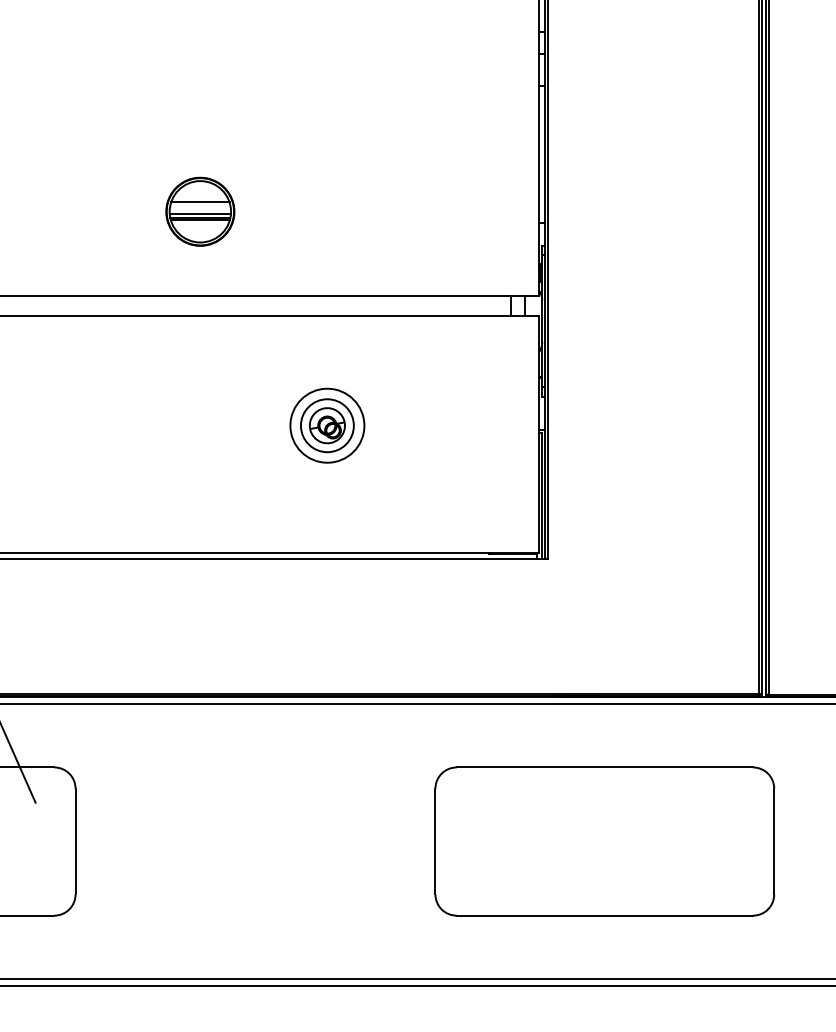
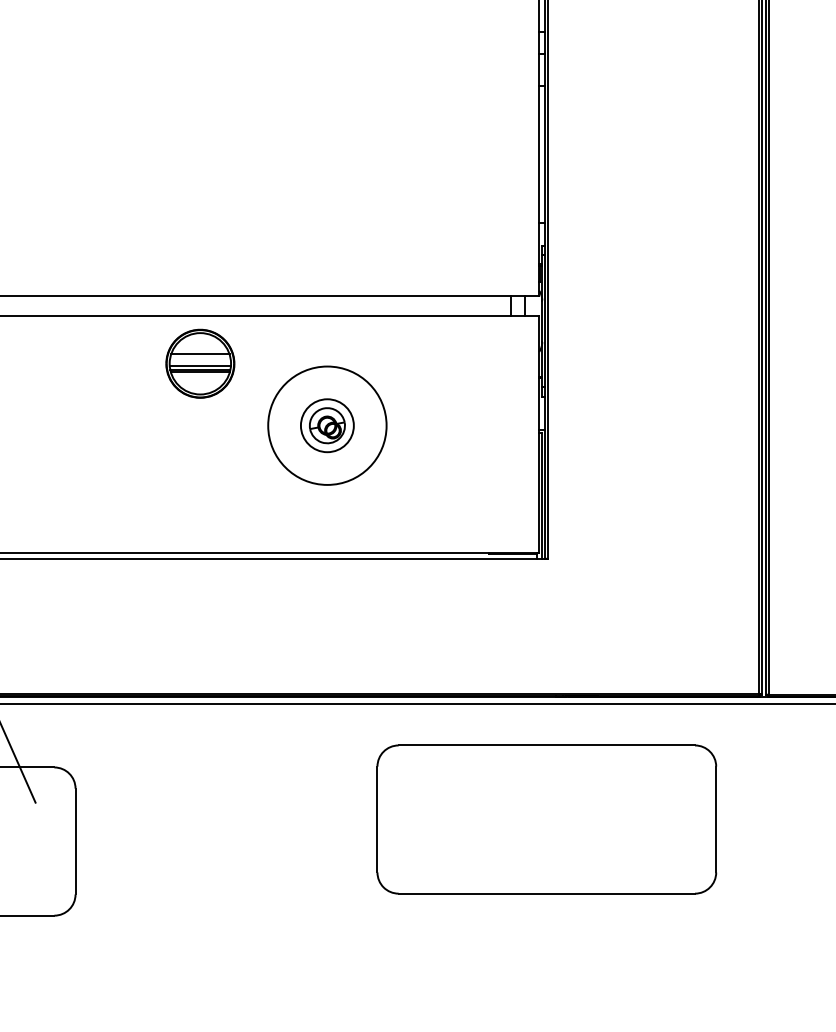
part at (200, 211) position: (200, 211) -> (200, 363)
circle at (327, 425) diameter: 74 px -> 118 px
part at (604, 841) position: (604, 841) -> (546, 819)
line at (417, 979): present -> none
line at (417, 986): present -> none
